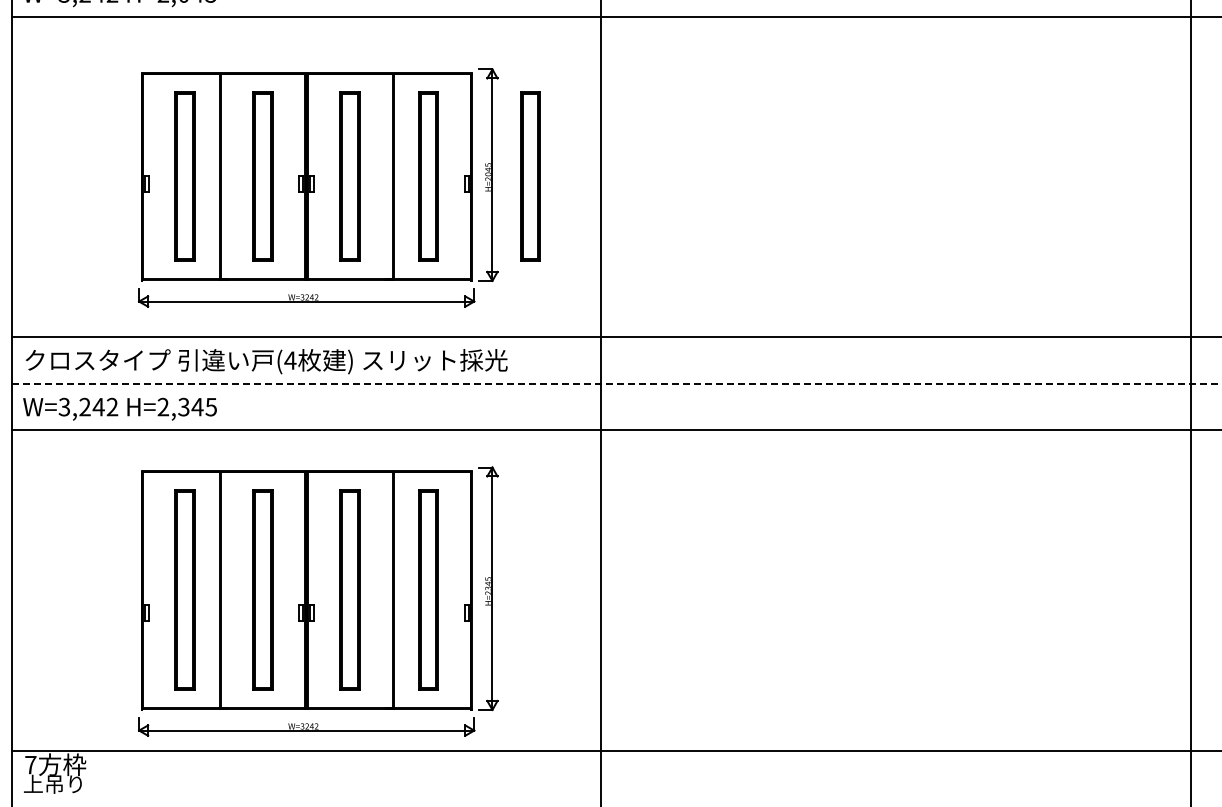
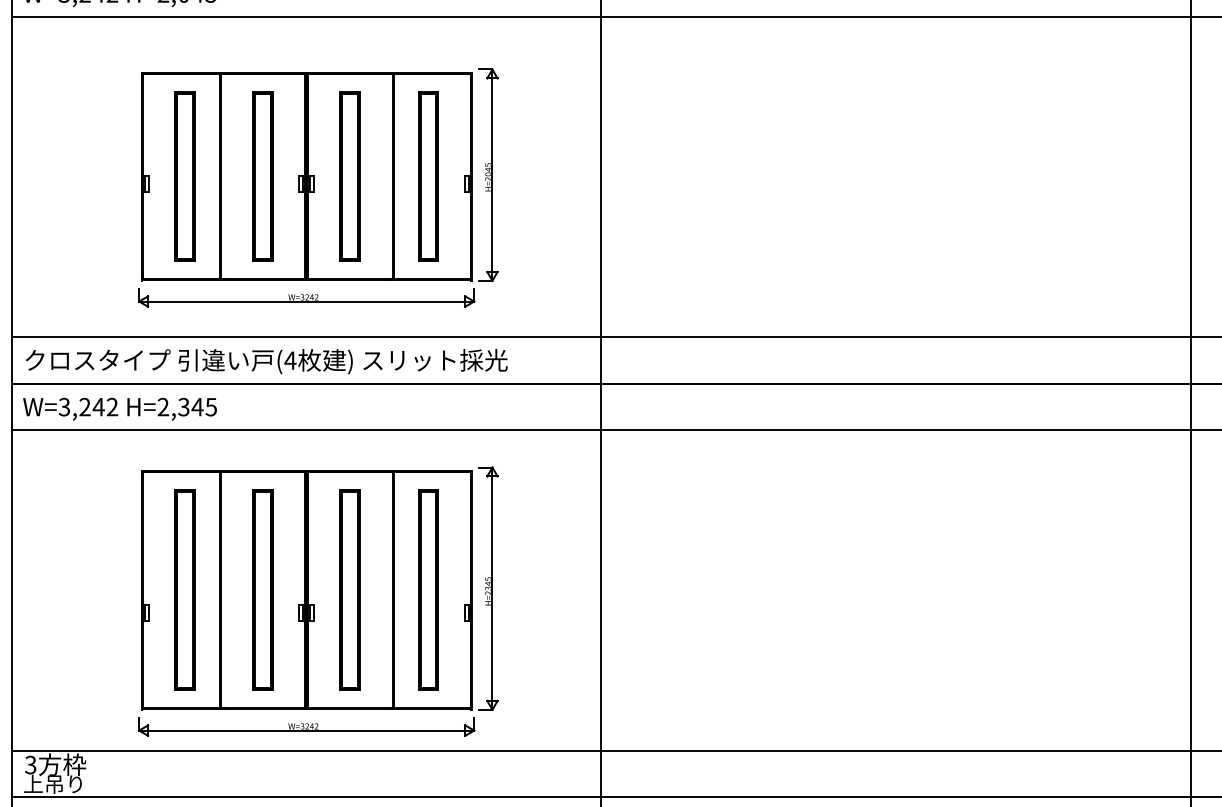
part at (530, 176): present -> none
line at (616, 383): dashed -> solid
text at (30, 764): 7 -> 3
line at (615, 797): none -> present
